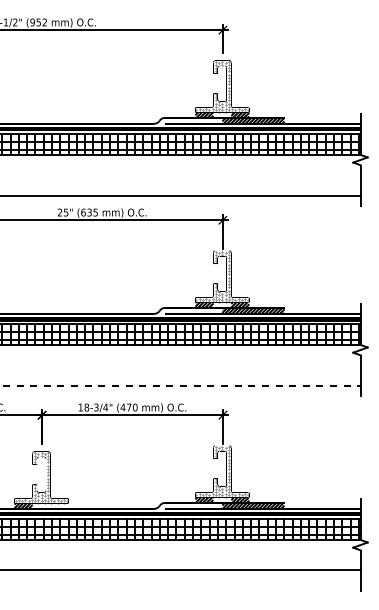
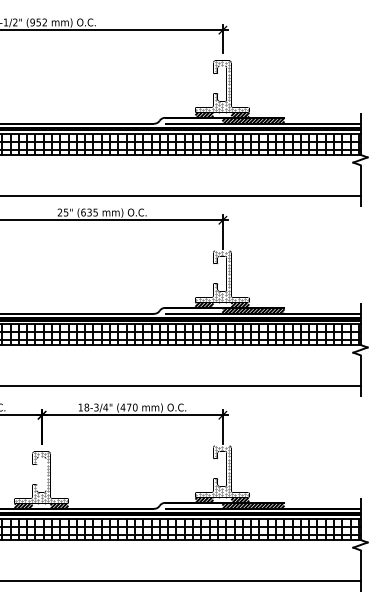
line at (180, 386): dashed -> solid
hatch at (59, 505): none -> present
line at (181, 570) position: (181, 570) -> (181, 581)
